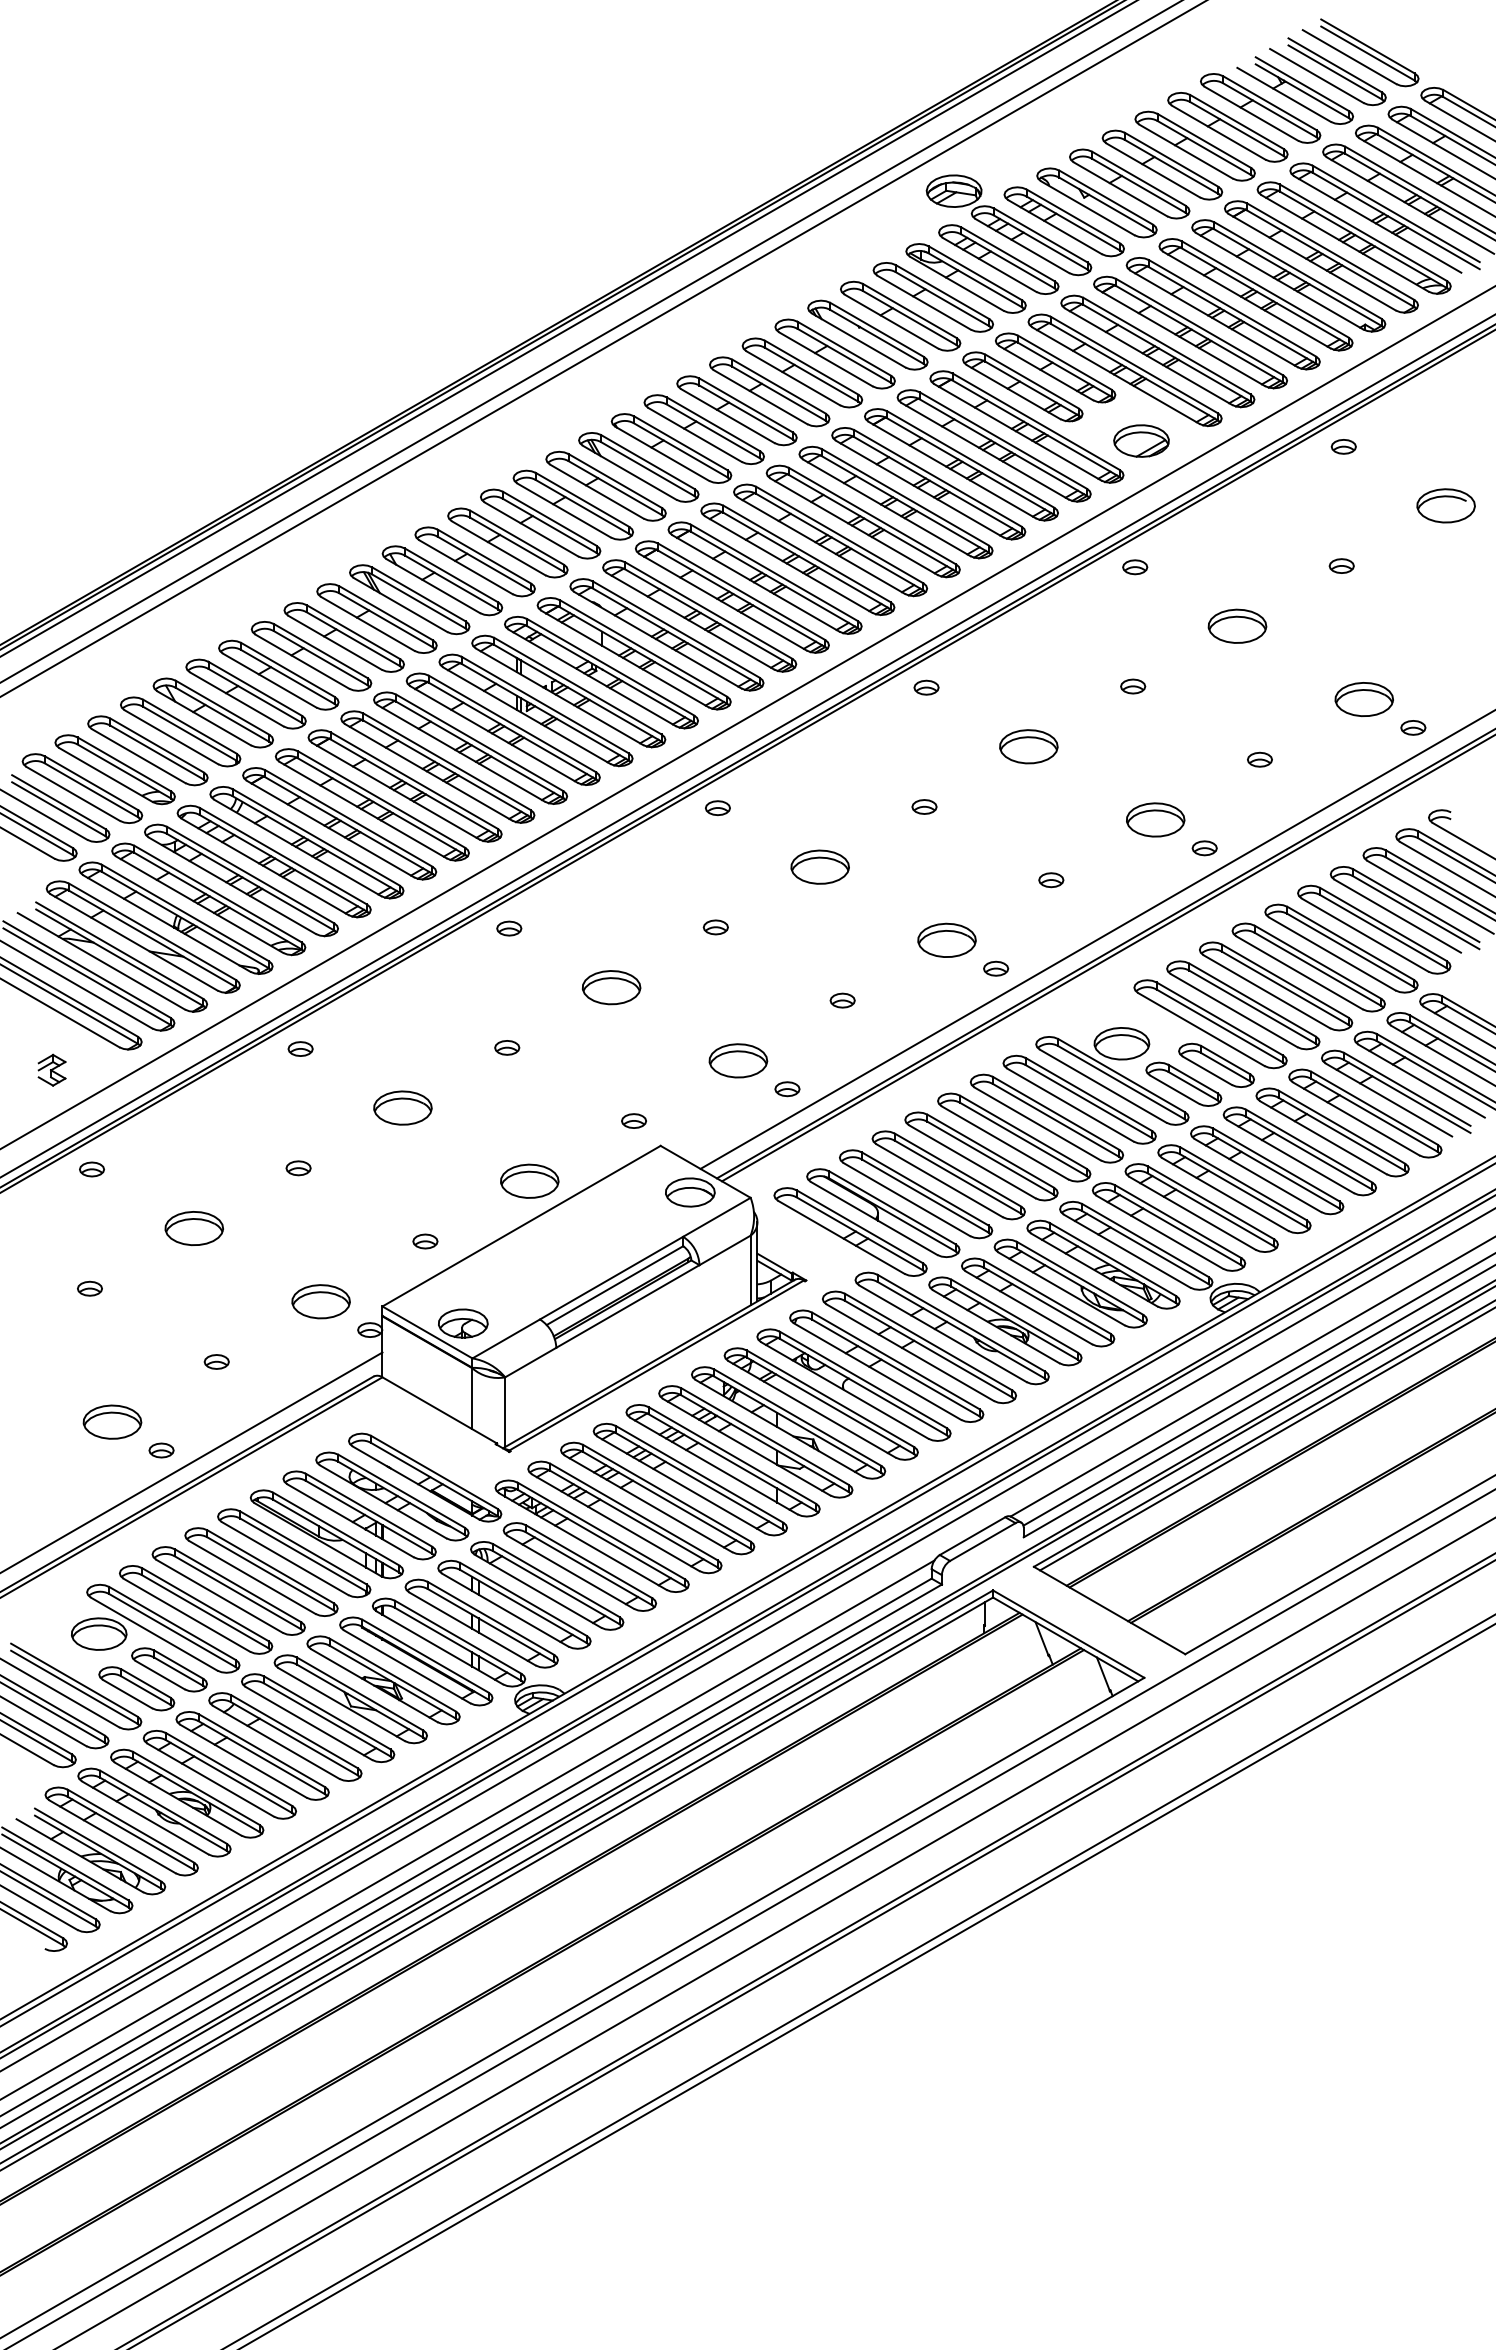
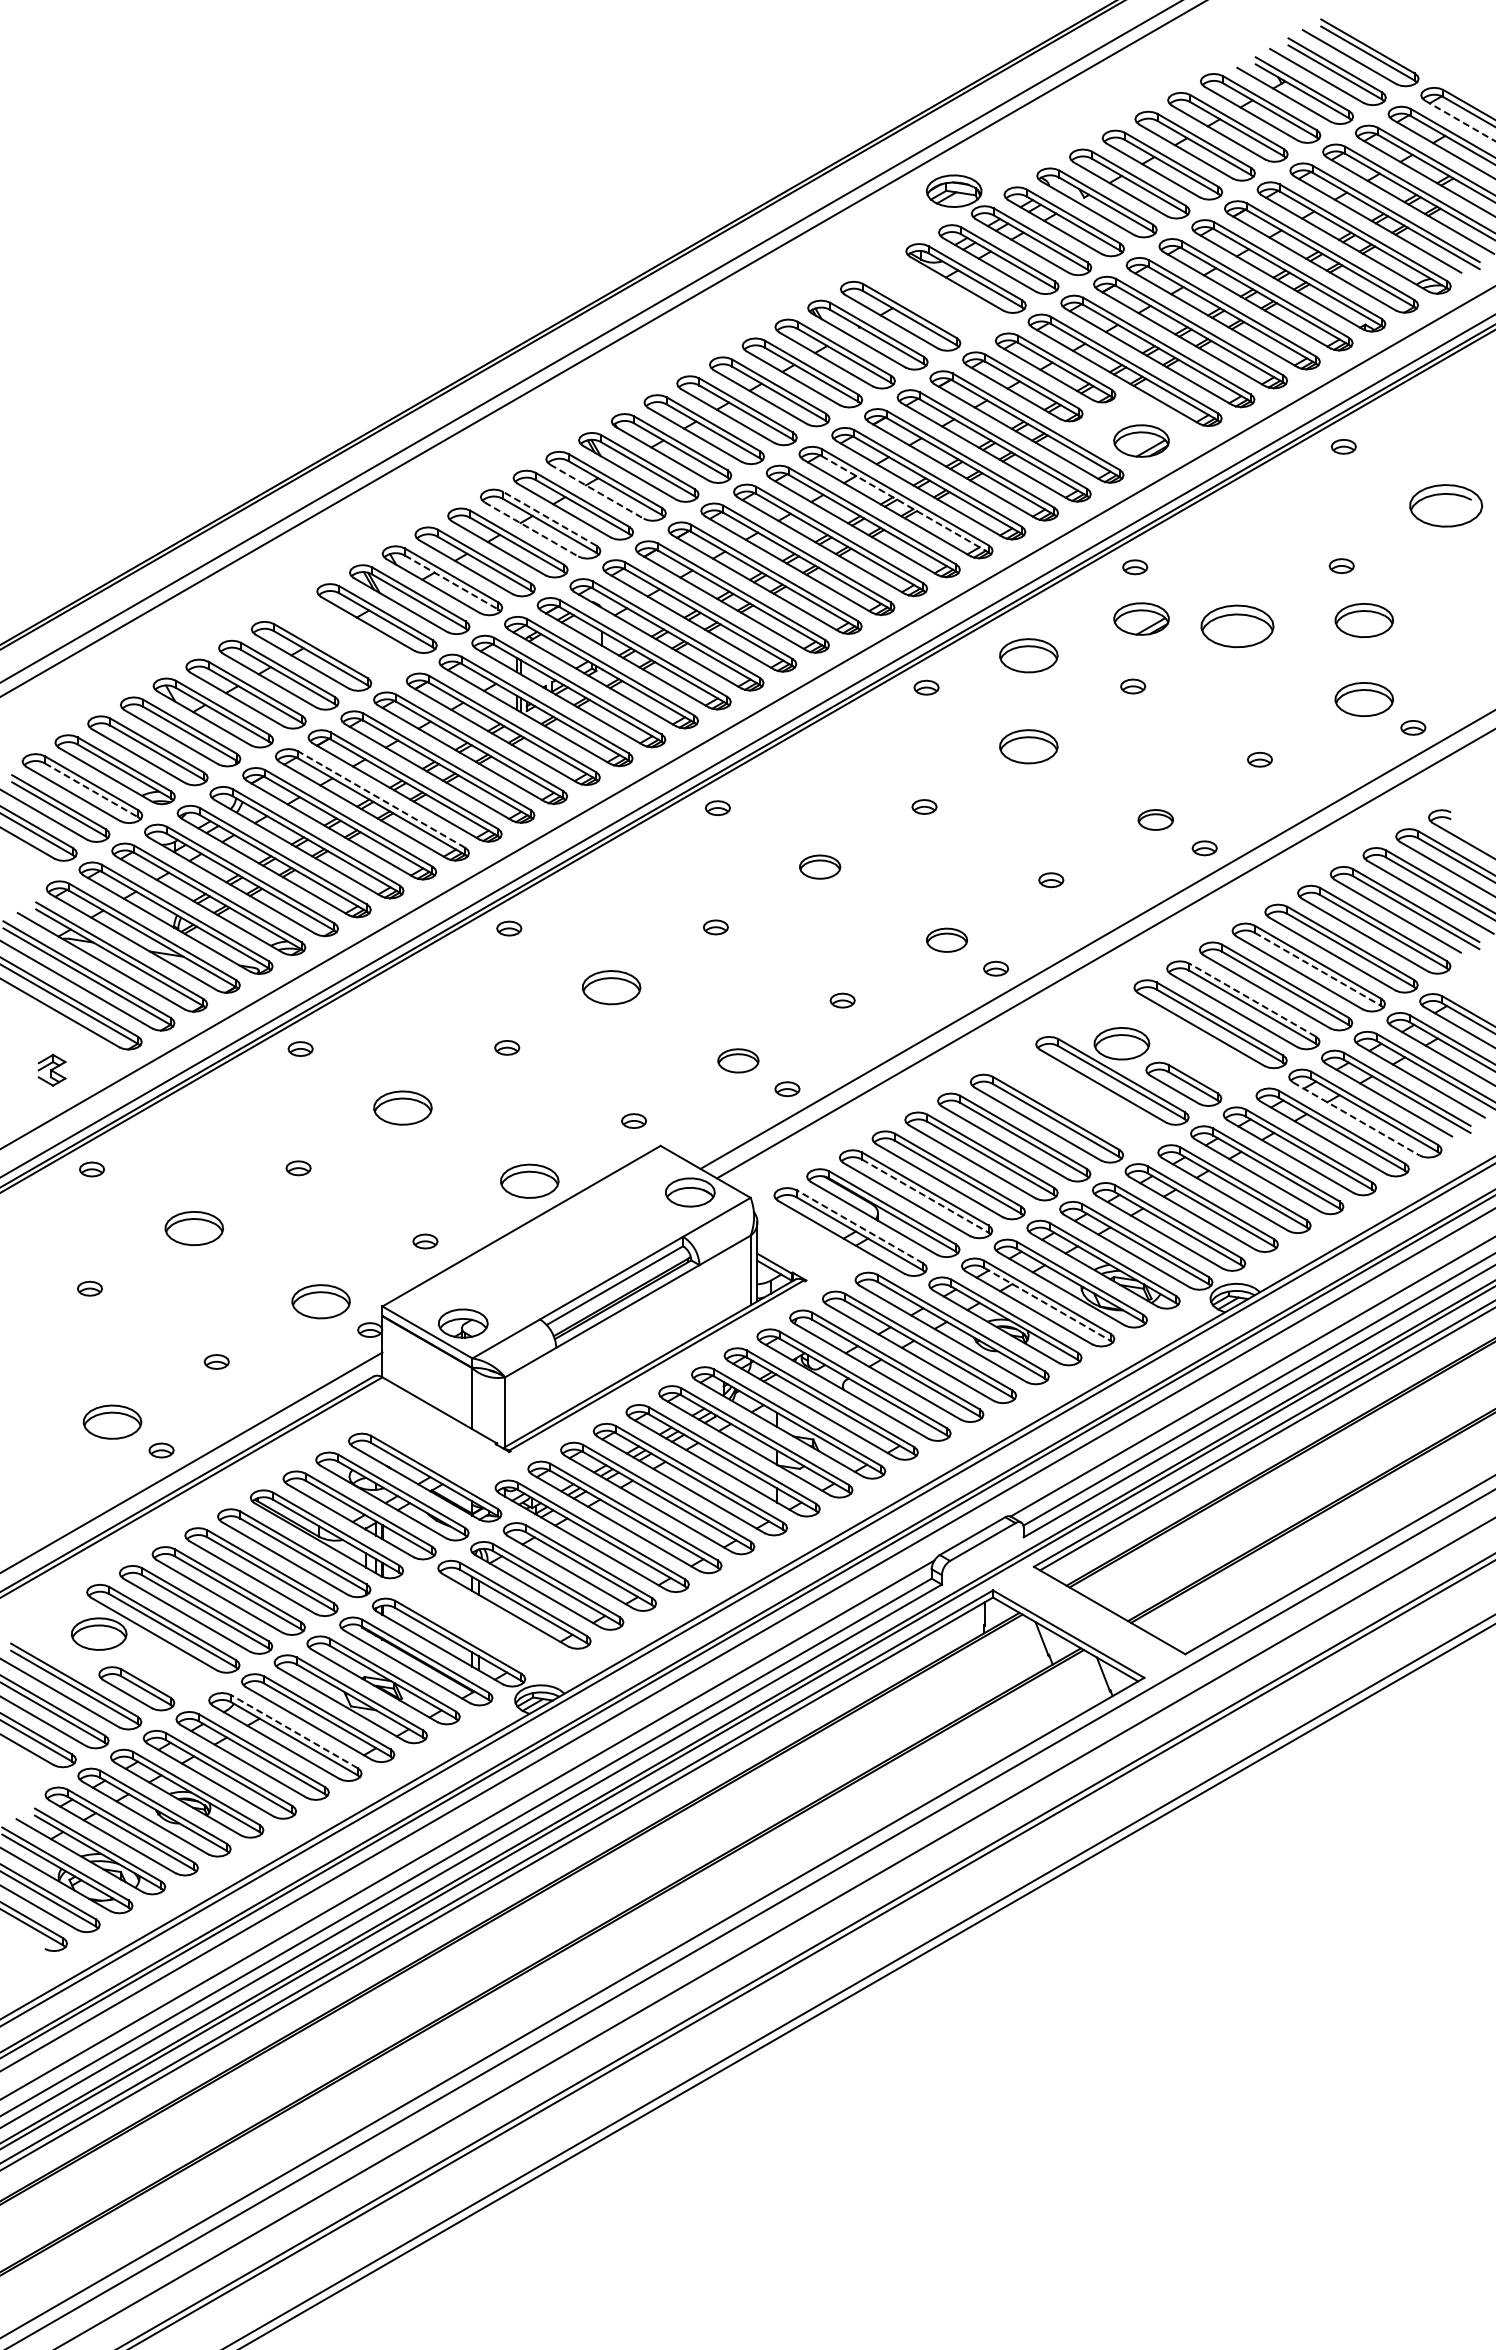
line at (1460, 121): solid -> dashed
part at (932, 297): present -> none
line at (567, 328): present -> none
line at (597, 491): solid -> dashed
line at (905, 504): solid -> dashed
part at (1445, 505) size: 60x36 px -> 75x44 px
line at (549, 518): solid -> dashed
line at (531, 529): solid -> dashed
line at (452, 582): solid -> dashed
part at (1141, 618): none -> present
part at (1363, 620): none -> present
part at (1237, 625) size: 61x36 px -> 75x45 px
part at (343, 637): present -> none
part at (1028, 655): none -> present
line at (92, 790): solid -> dashed
line at (381, 799): solid -> dashed
part at (1155, 819) size: 60x36 px -> 37x22 px
part at (819, 866) size: 60x36 px -> 43x26 px
part at (946, 939) size: 60x36 px -> 43x26 px
line at (1107, 958): present -> none
line at (1318, 969): solid -> dashed
line at (1252, 999): solid -> dashed
part at (738, 1060) size: 61x36 px -> 43x26 px
part at (1216, 1064): present -> none
part at (1079, 1099): present -> none
line at (1356, 1119): solid -> dashed
line at (925, 1196): solid -> dashed
line at (859, 1226): solid -> dashed
line at (1047, 1304): solid -> dashed
part at (481, 1623): present -> none
part at (169, 1669): present -> none
line at (294, 1731): solid -> dashed
